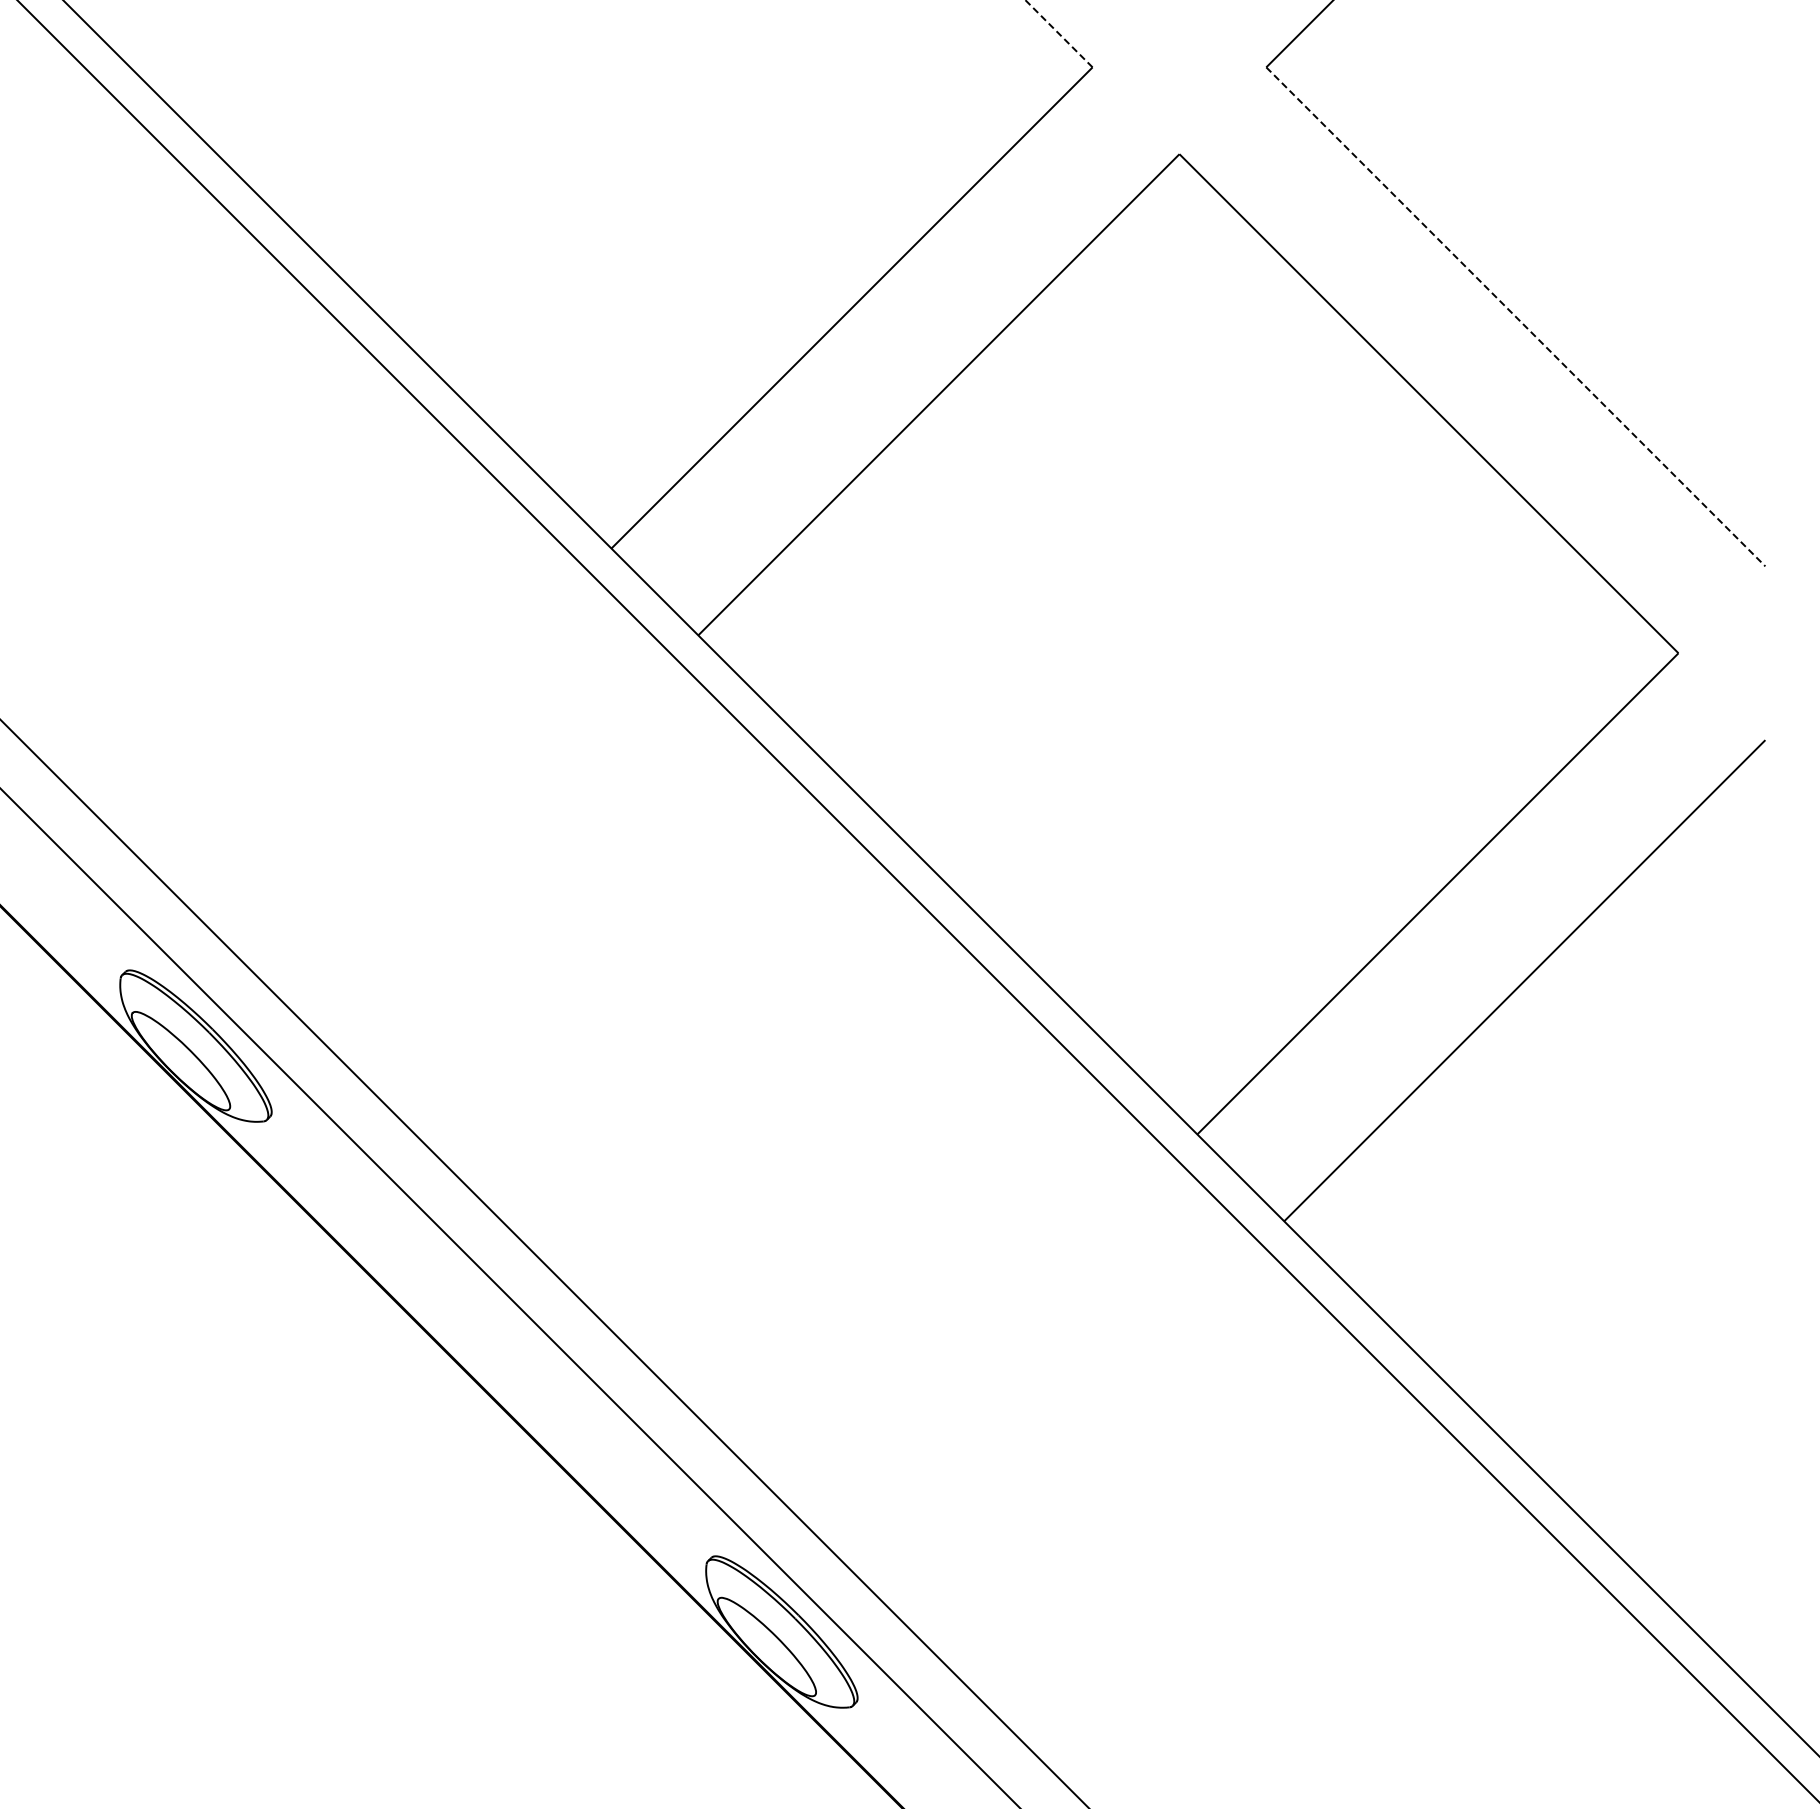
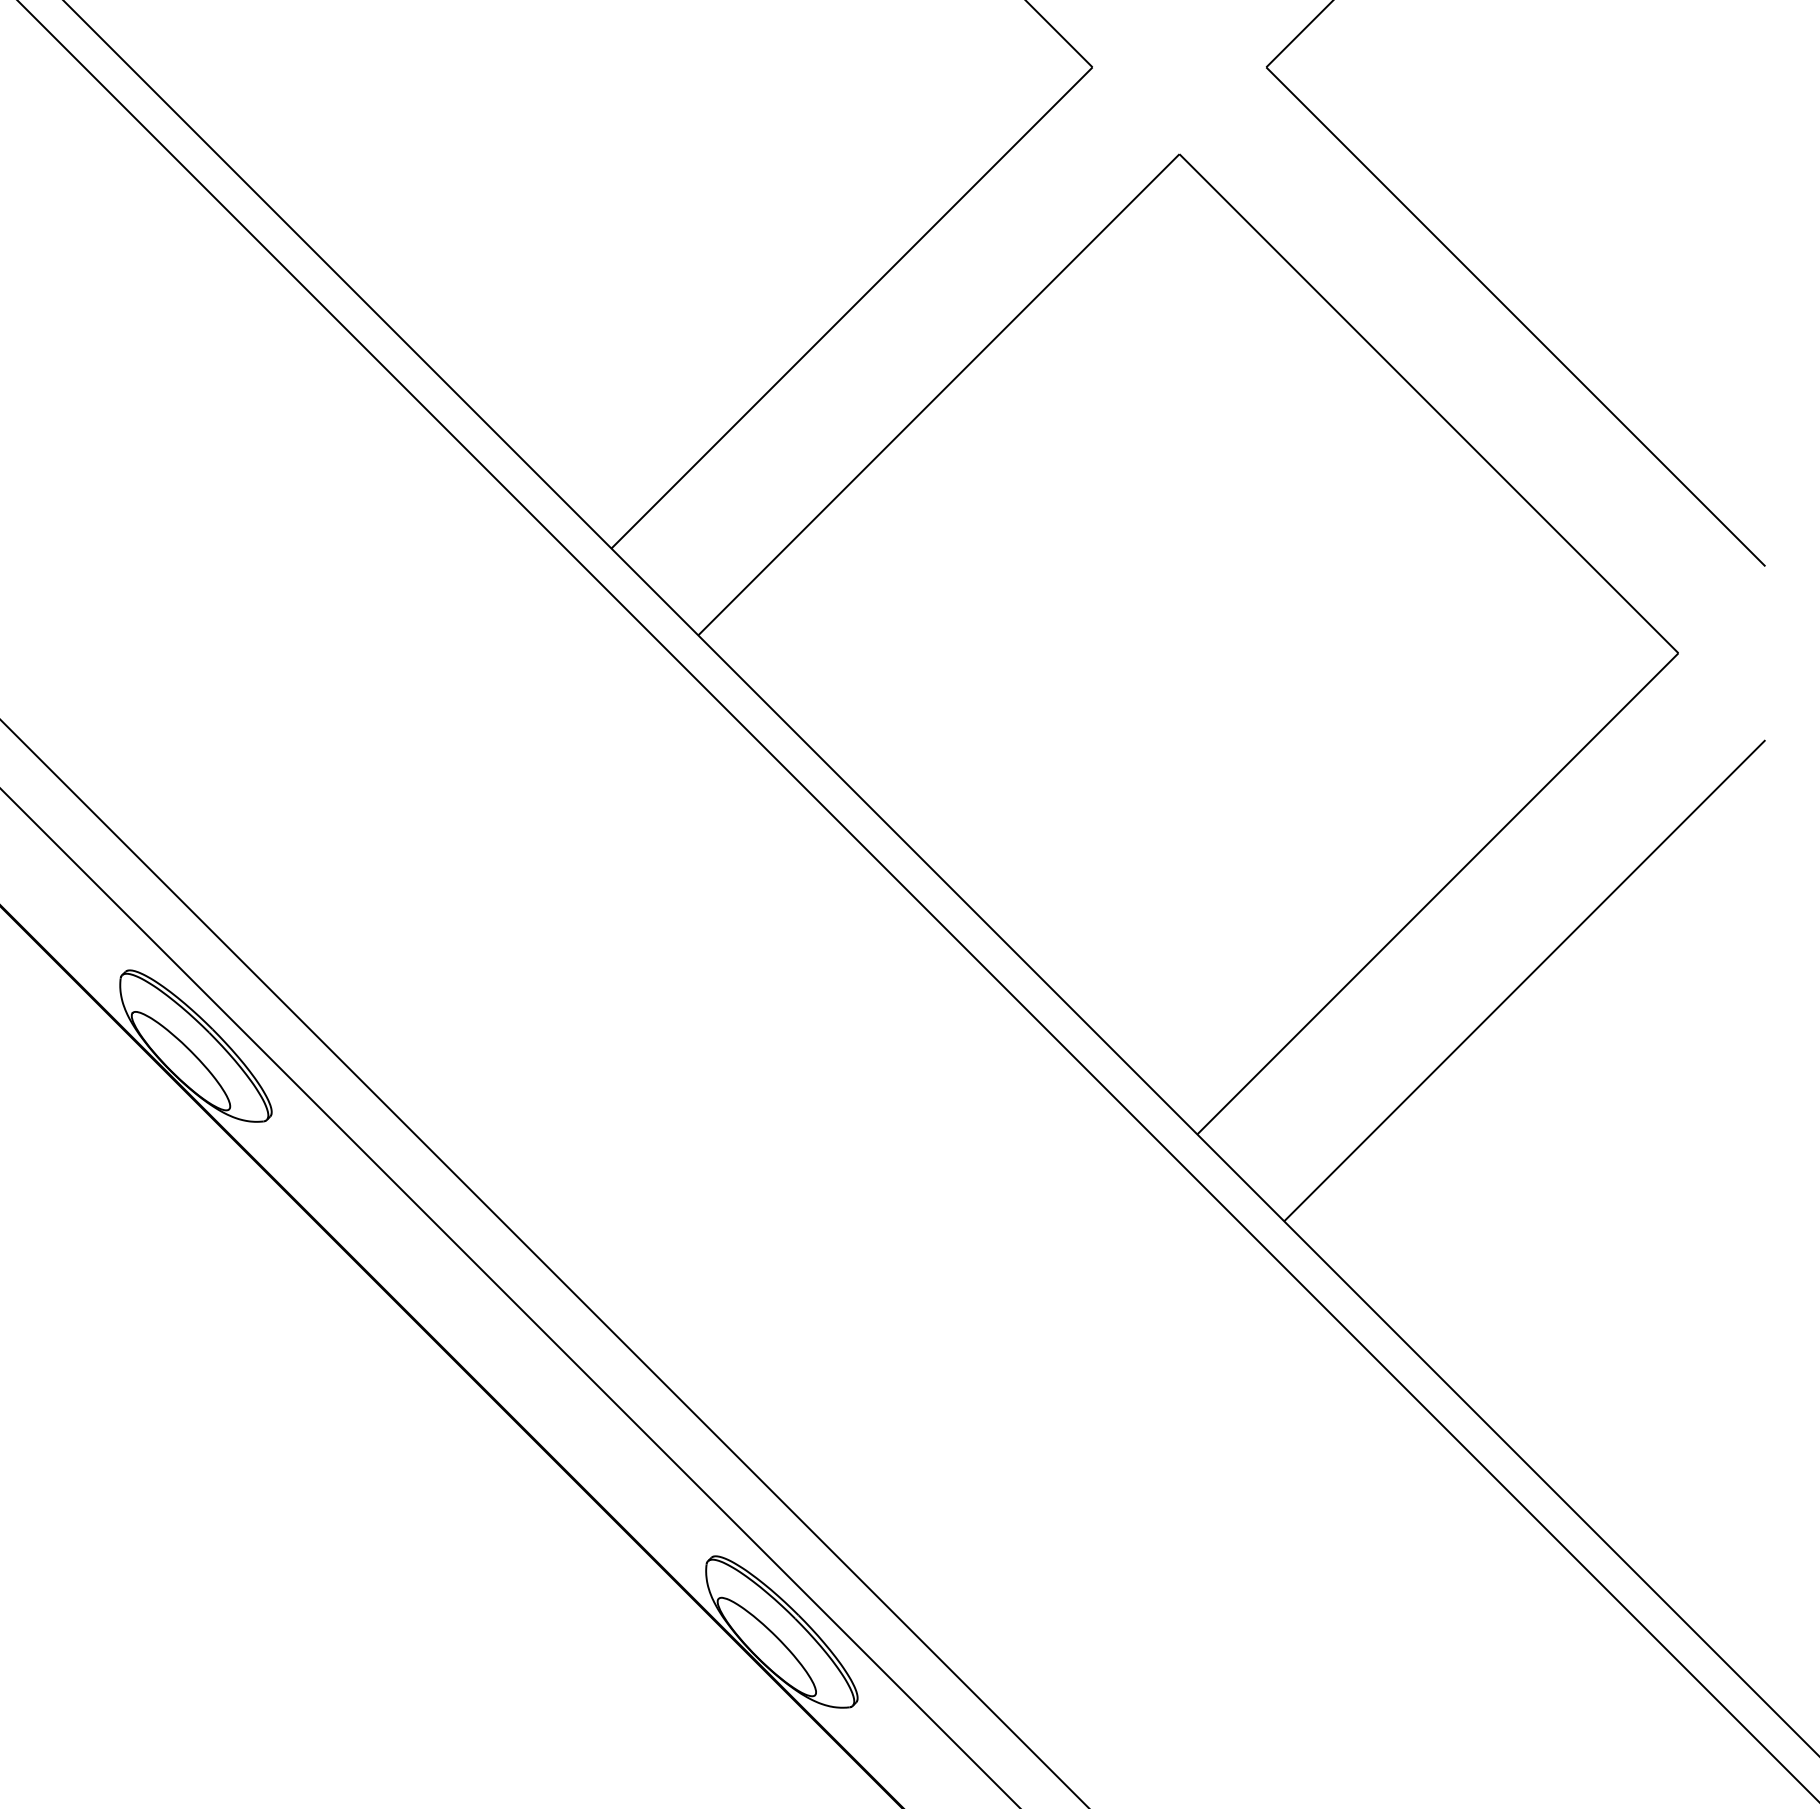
line at (1058, 33): dashed -> solid
line at (1515, 316): dashed -> solid
